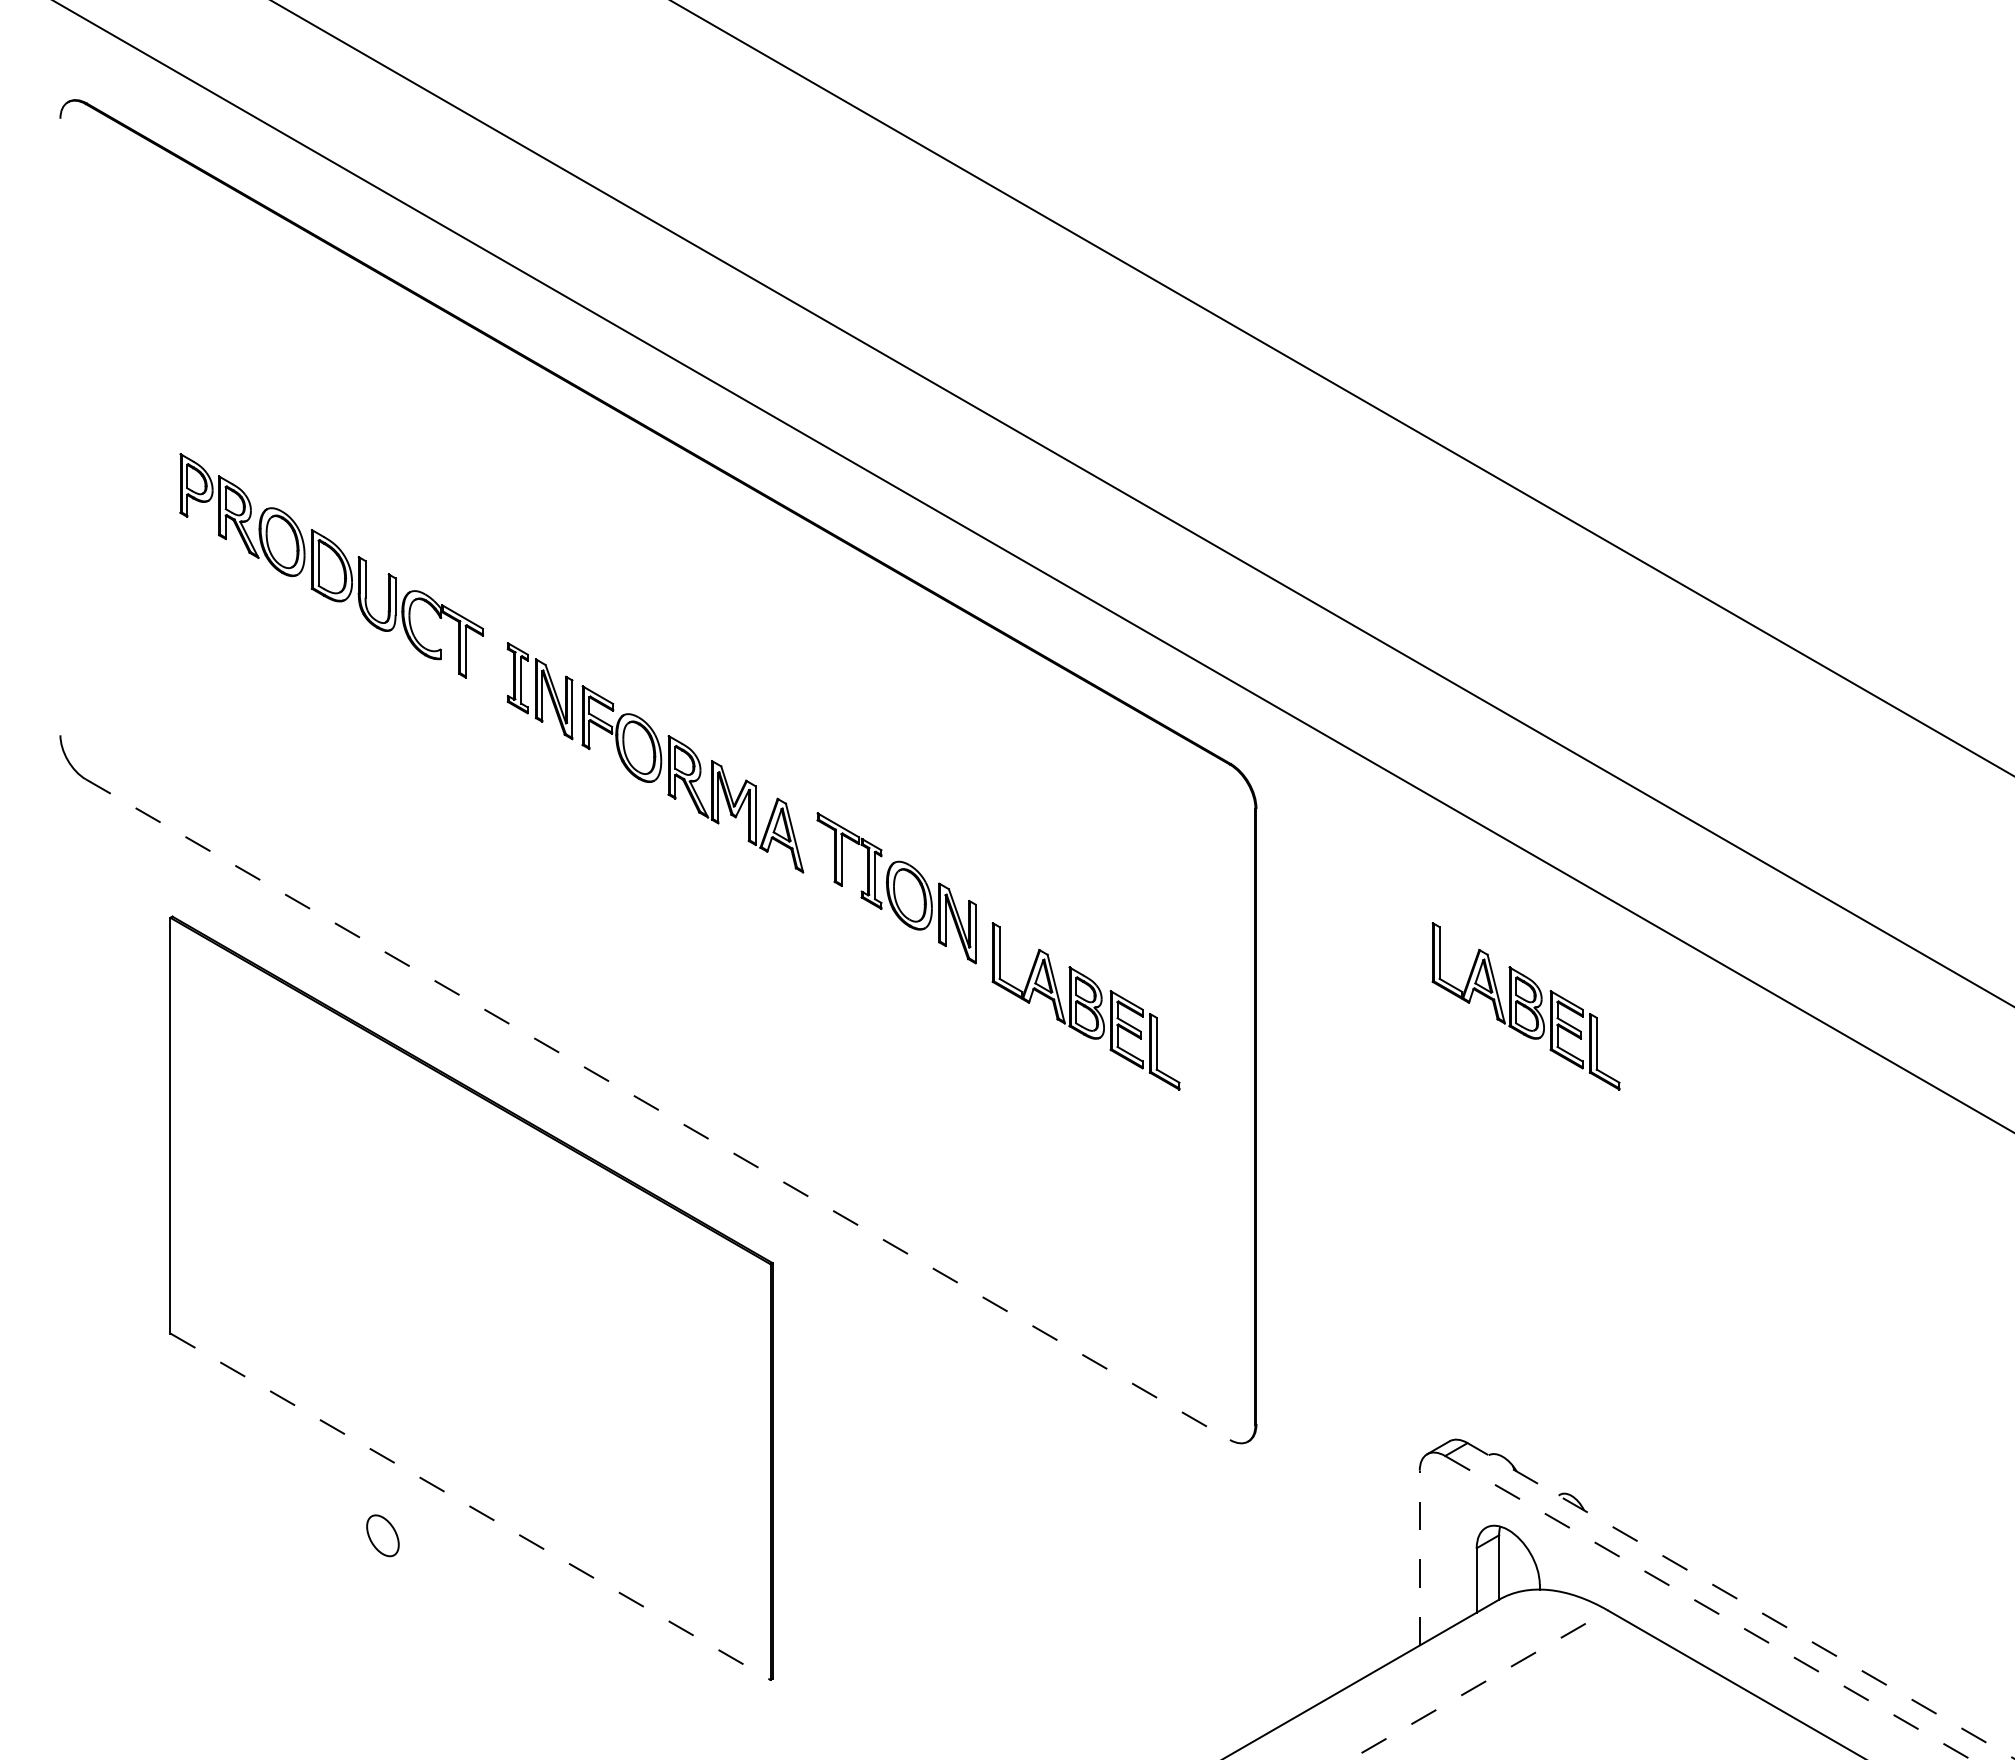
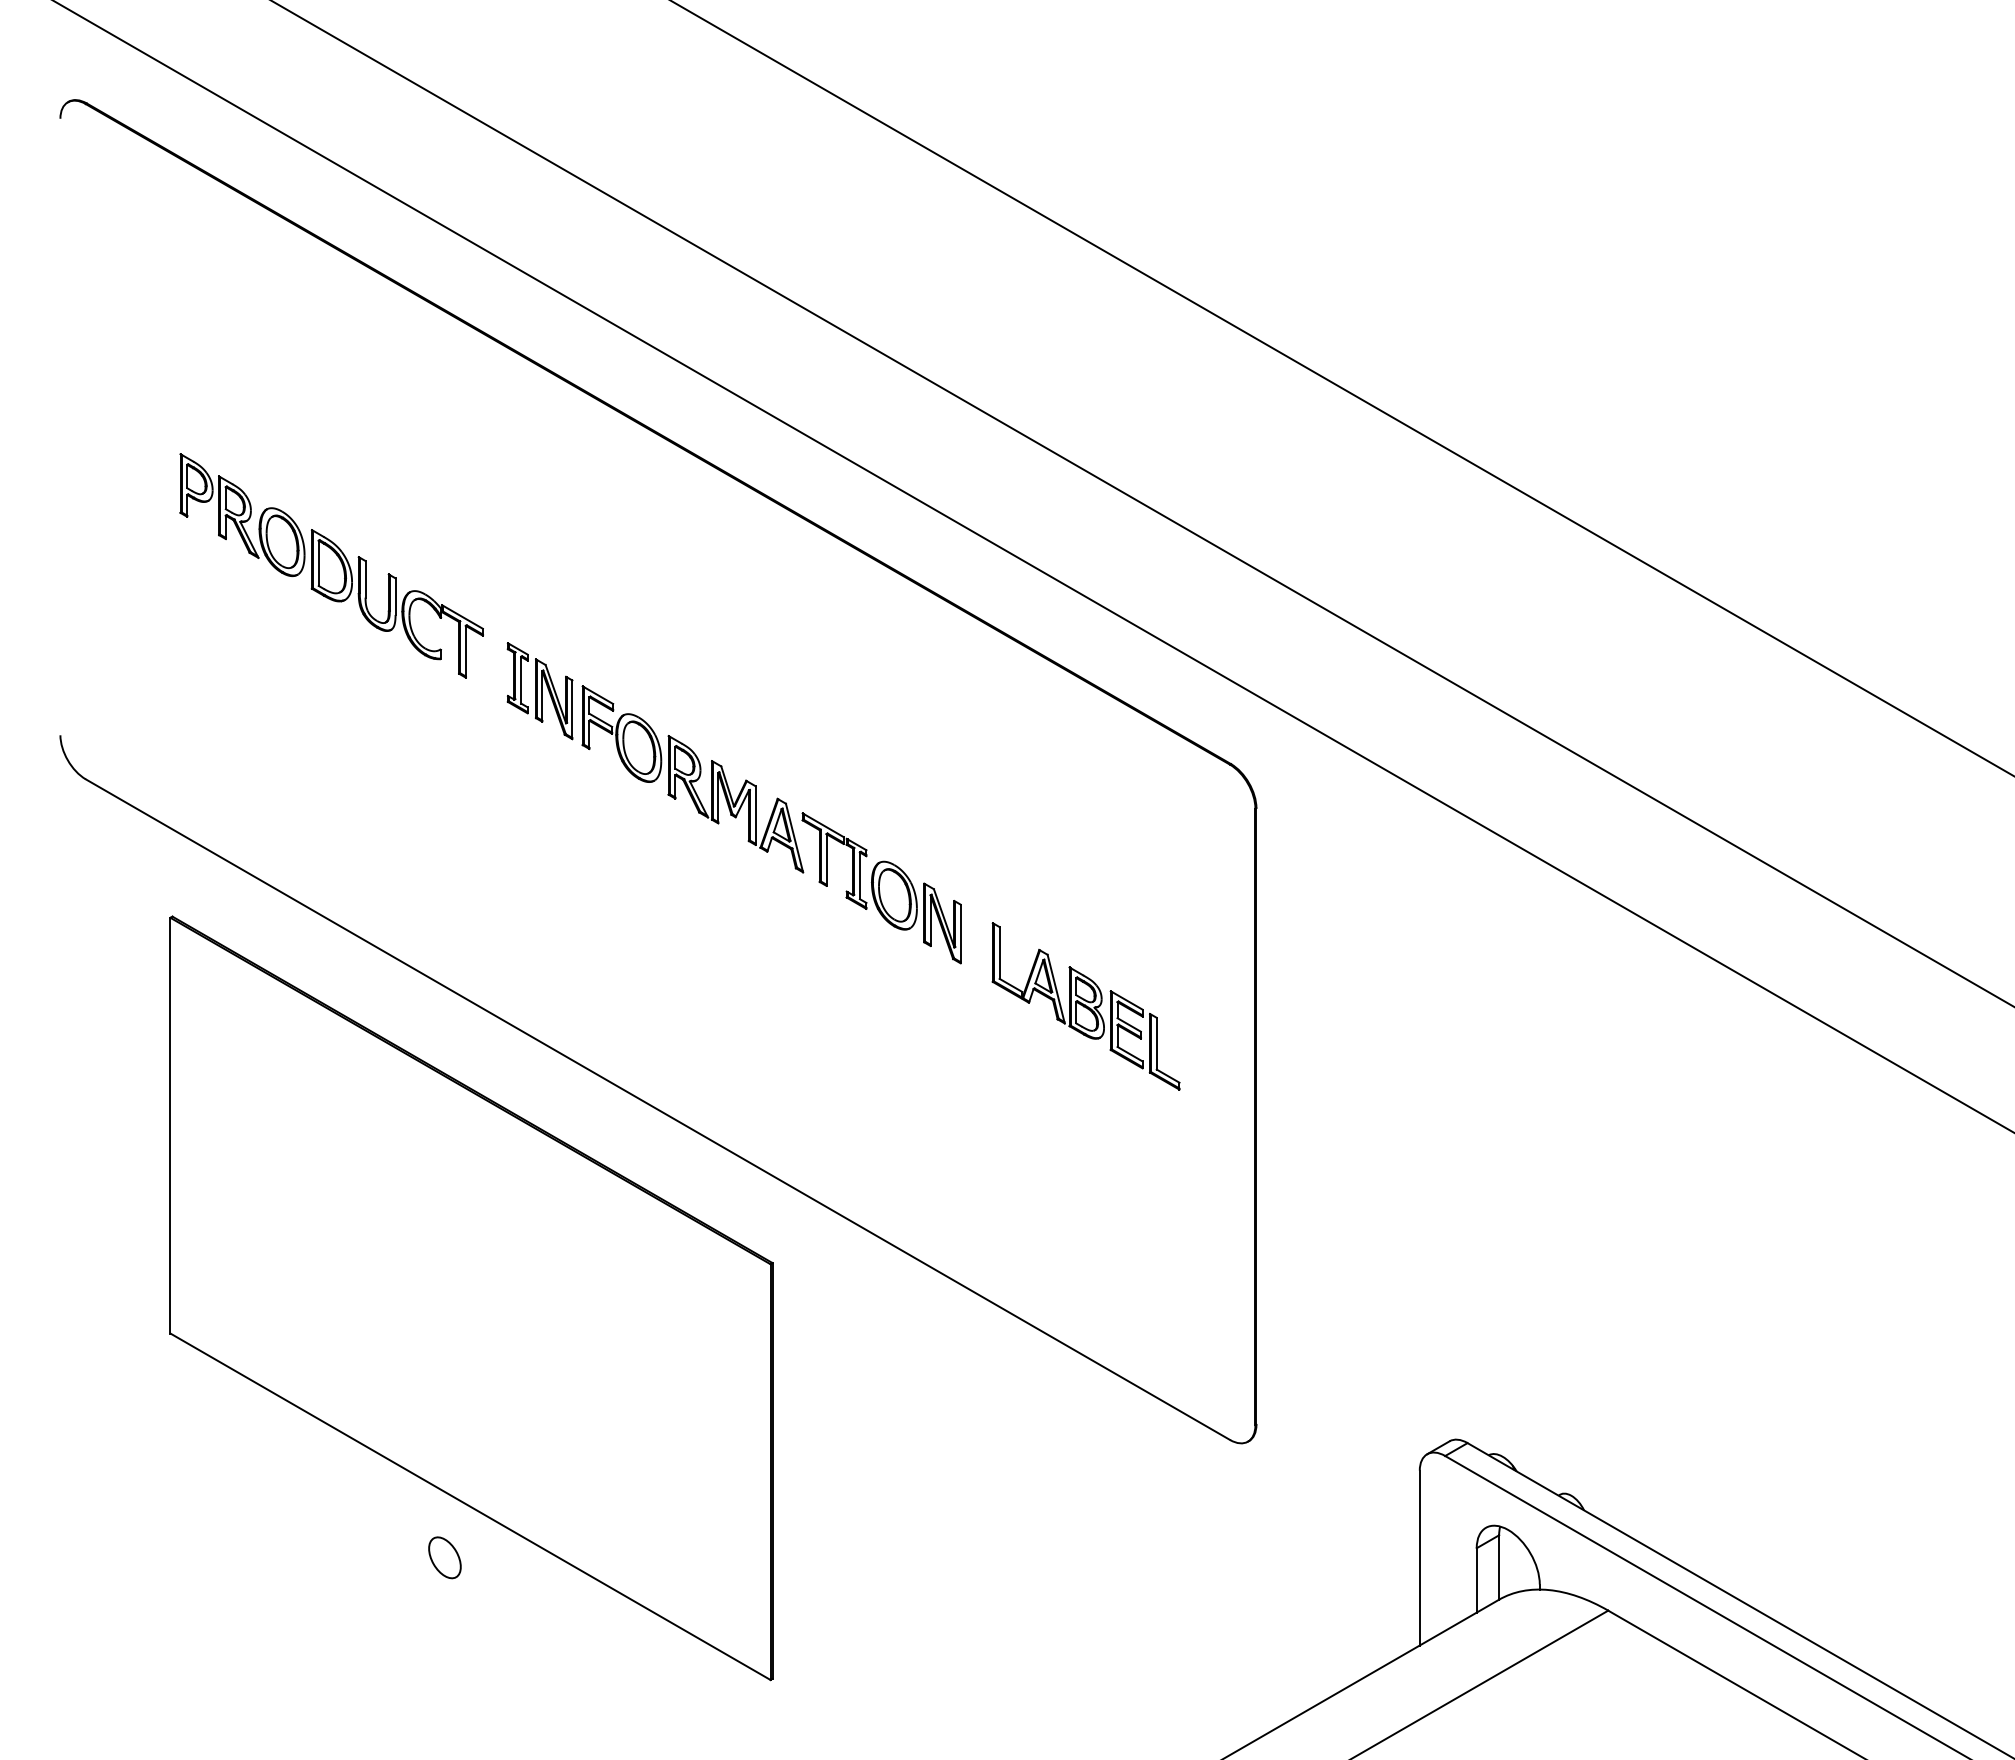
part at (896, 888) position: (896, 888) -> (881, 888)
part at (1525, 1006): present -> none
line at (657, 1109): dashed -> solid
line at (470, 1507): dashed -> solid
part at (382, 1535) position: (382, 1535) -> (444, 1557)
line at (1419, 1557): dashed -> solid
line at (1741, 1601): dashed -> solid
line at (1708, 1607): dashed -> solid
line at (1479, 1685): dashed -> solid
